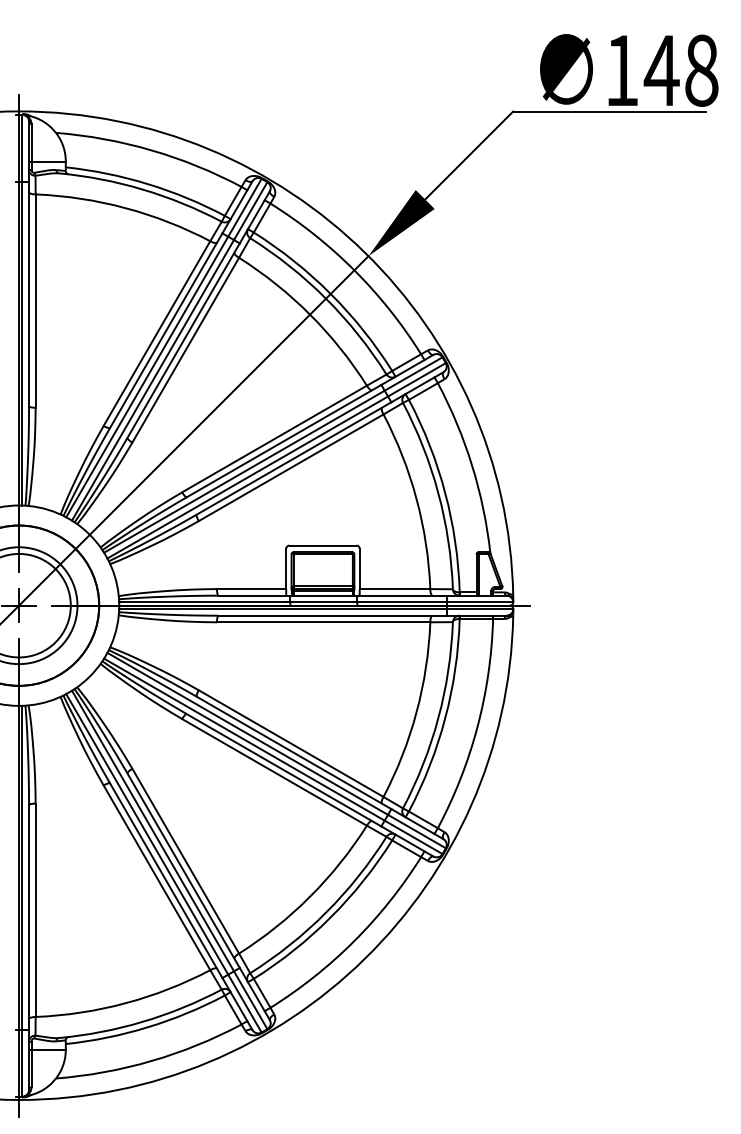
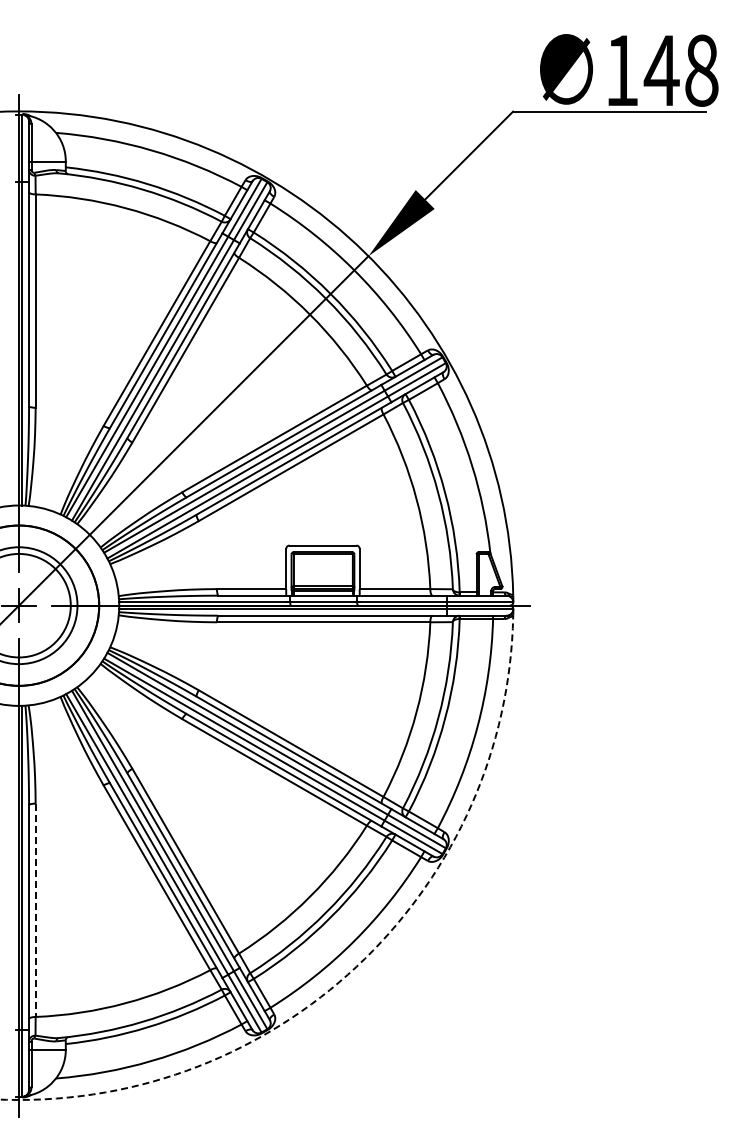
line at (35, 910): solid -> dashed
arc at (357, 965): solid -> dashed
